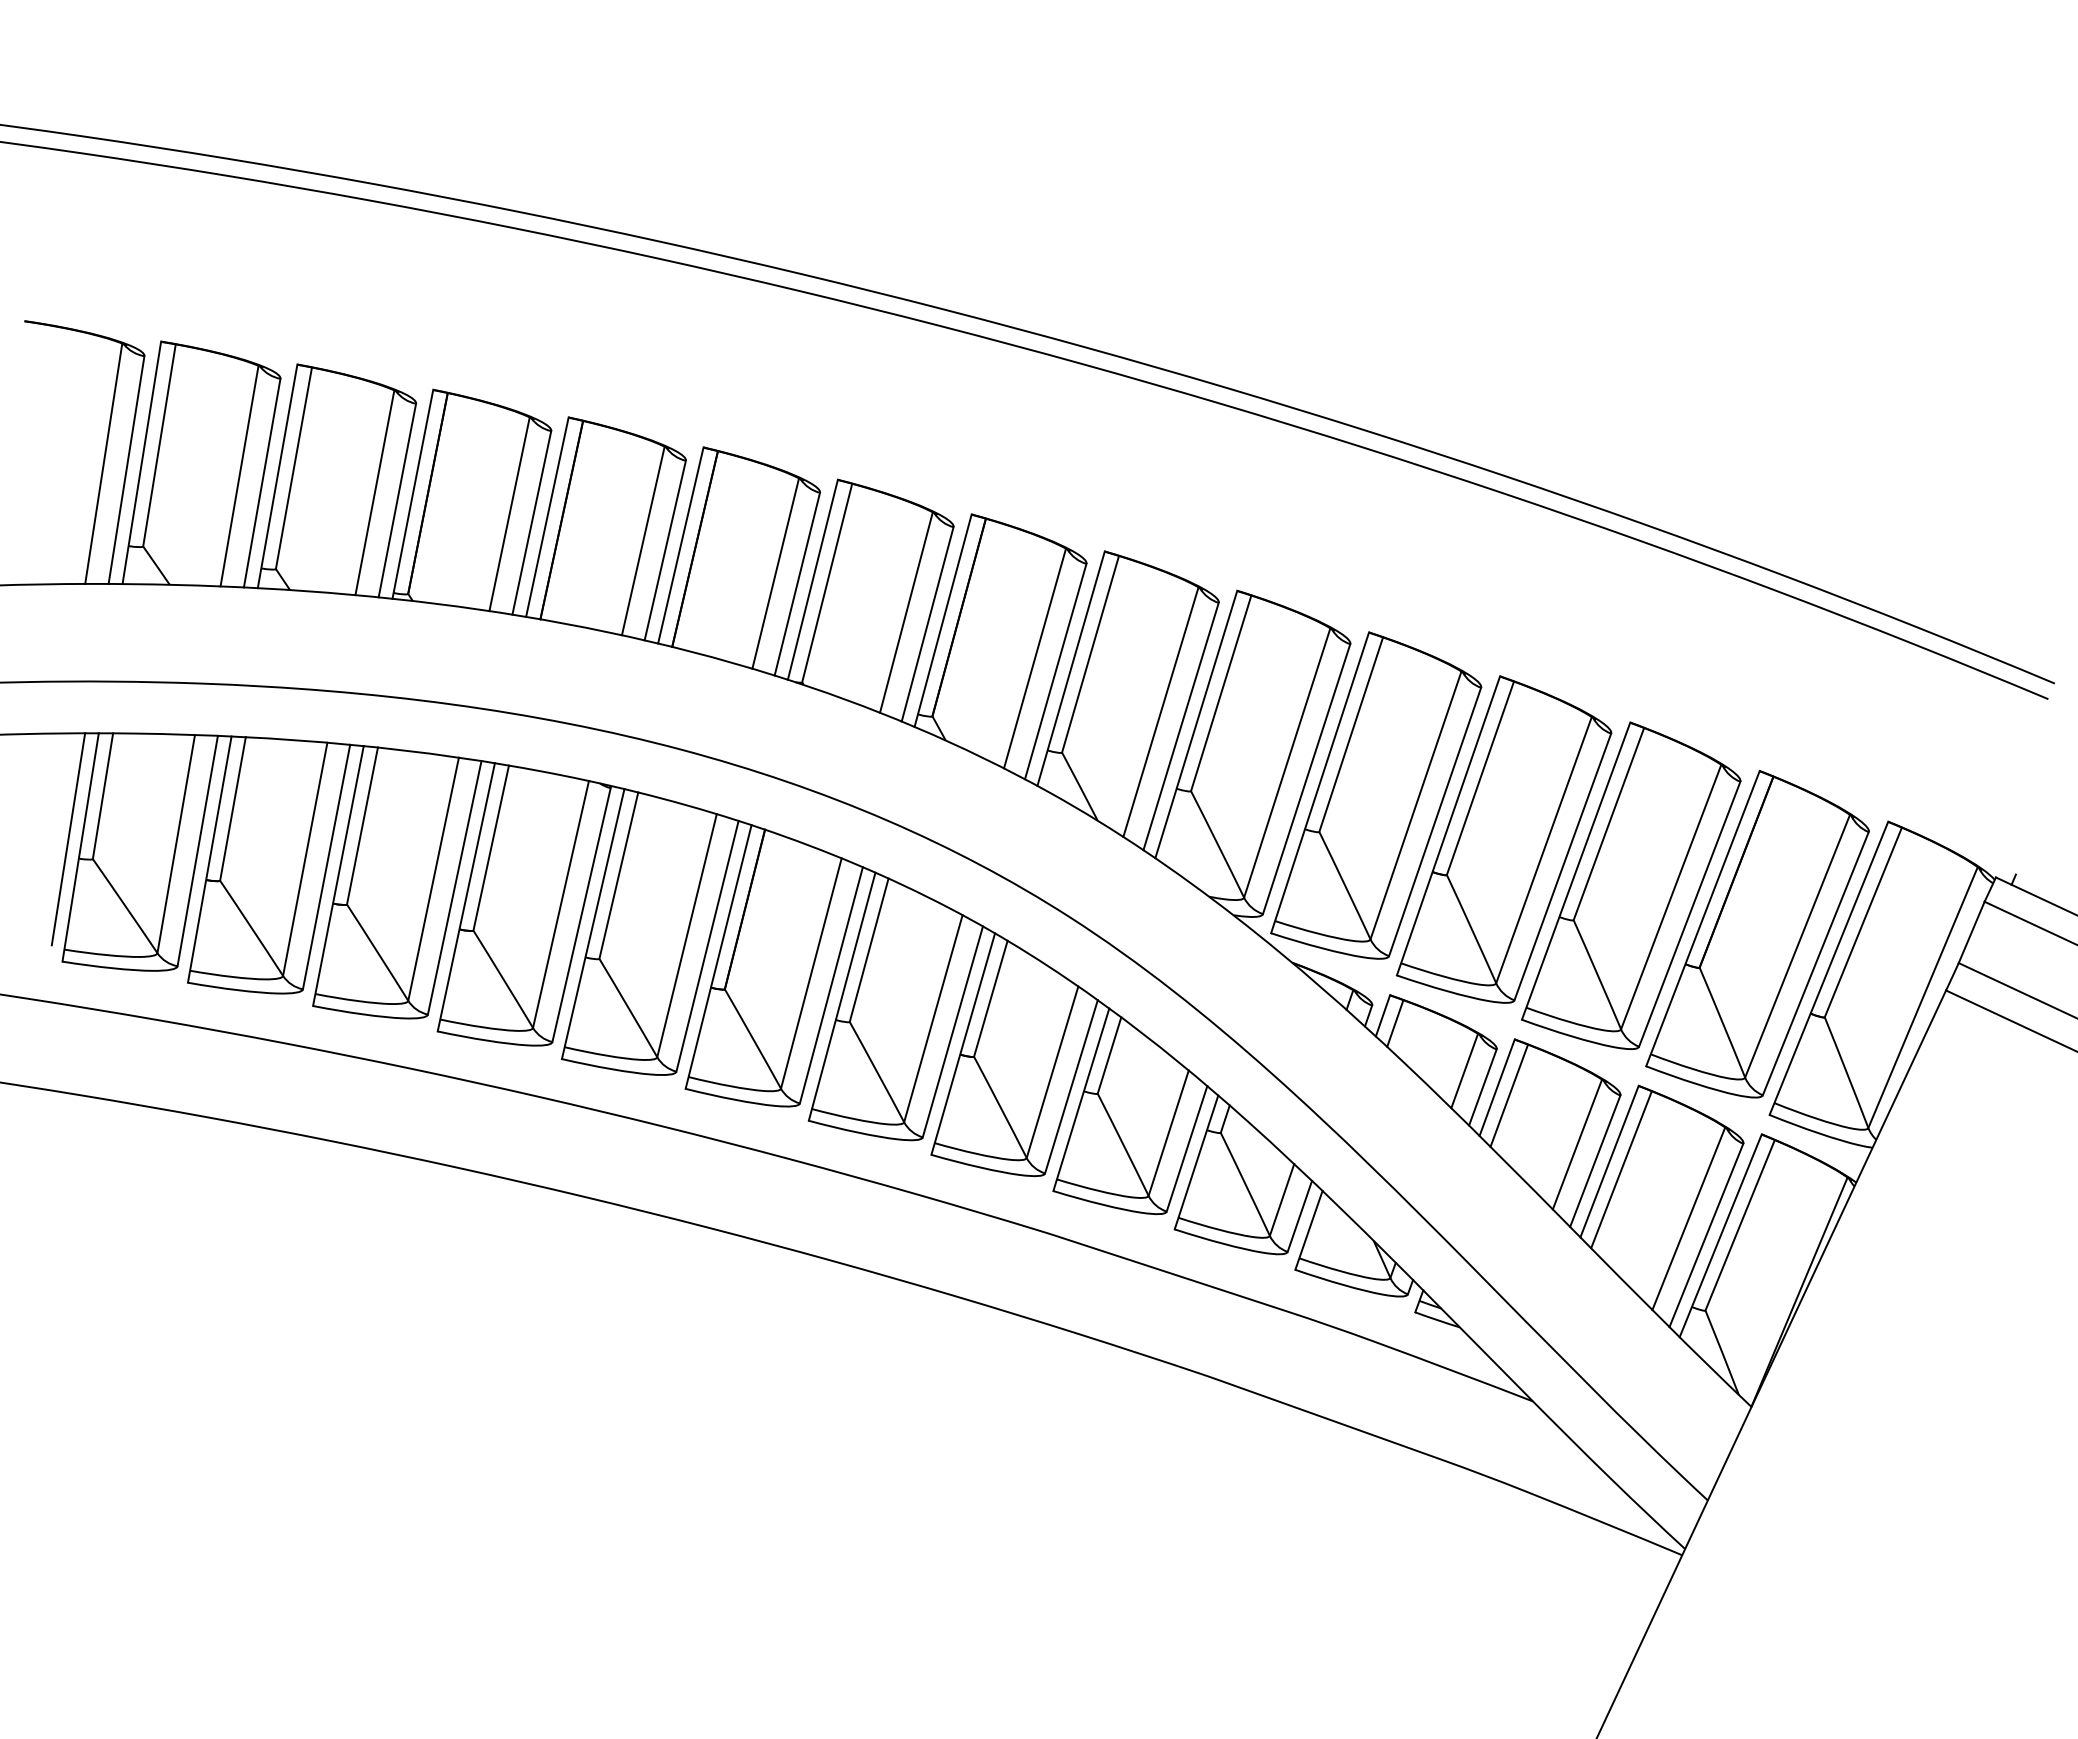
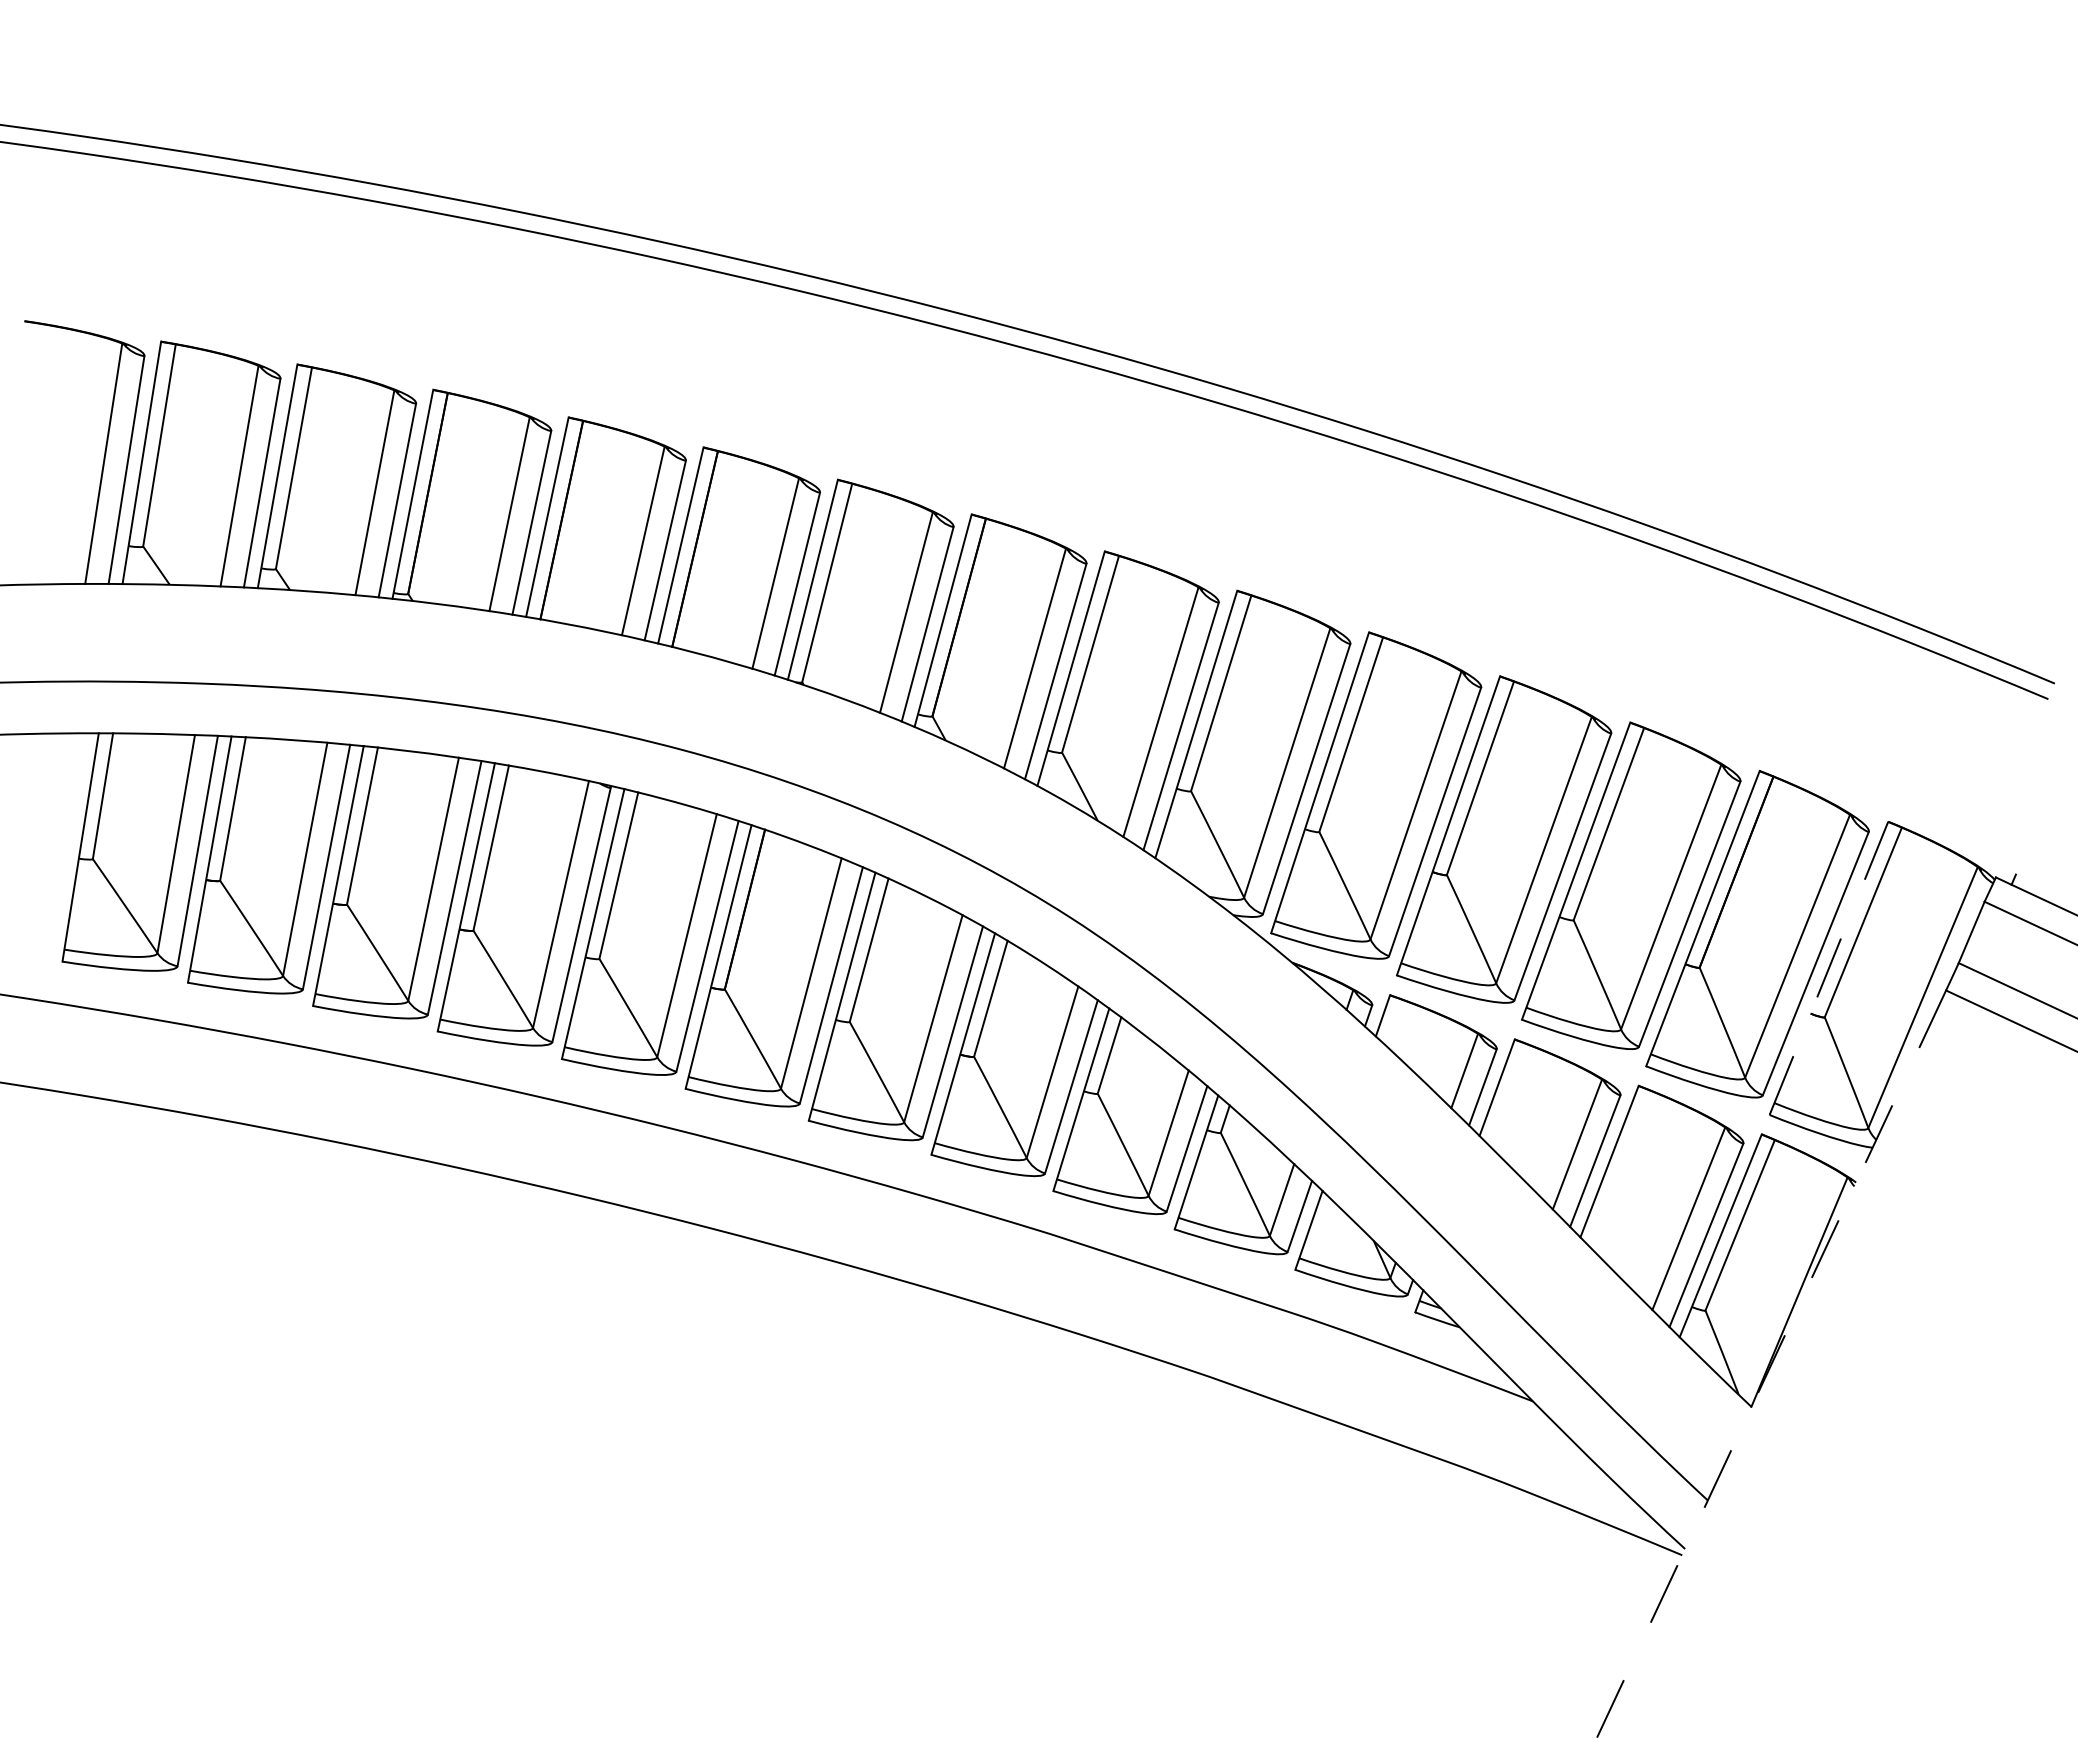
line at (68, 839): present -> none
line at (1829, 967): solid -> dashed
line at (1395, 1023): present -> none
line at (1509, 1095): present -> none
line at (1621, 1169): present -> none
line at (1771, 1364): solid -> dashed
